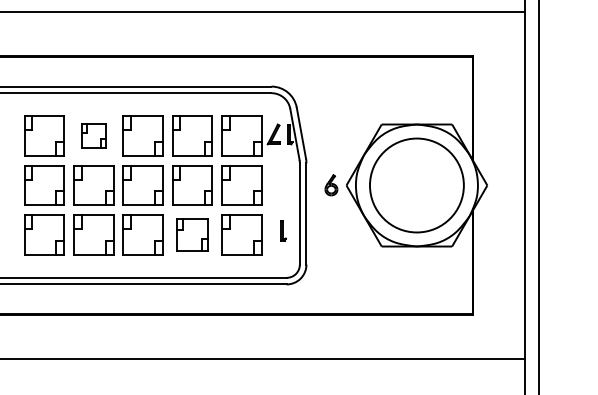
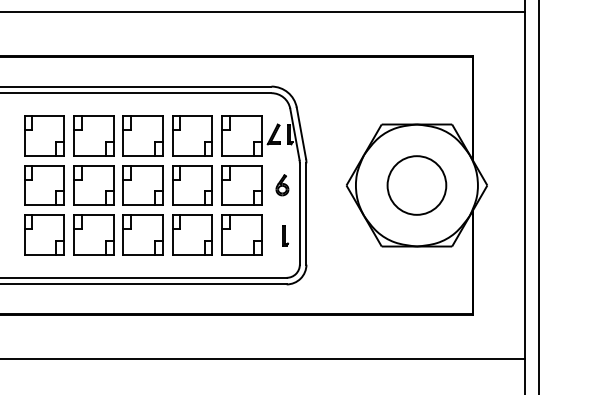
part at (93, 135) size: 26x26 px -> 42x42 px
part at (331, 185) position: (331, 185) -> (282, 185)
circle at (416, 185) diameter: 94 px -> 59 px
part at (283, 230) position: (283, 230) -> (285, 235)
part at (192, 234) size: 33x34 px -> 41x42 px
